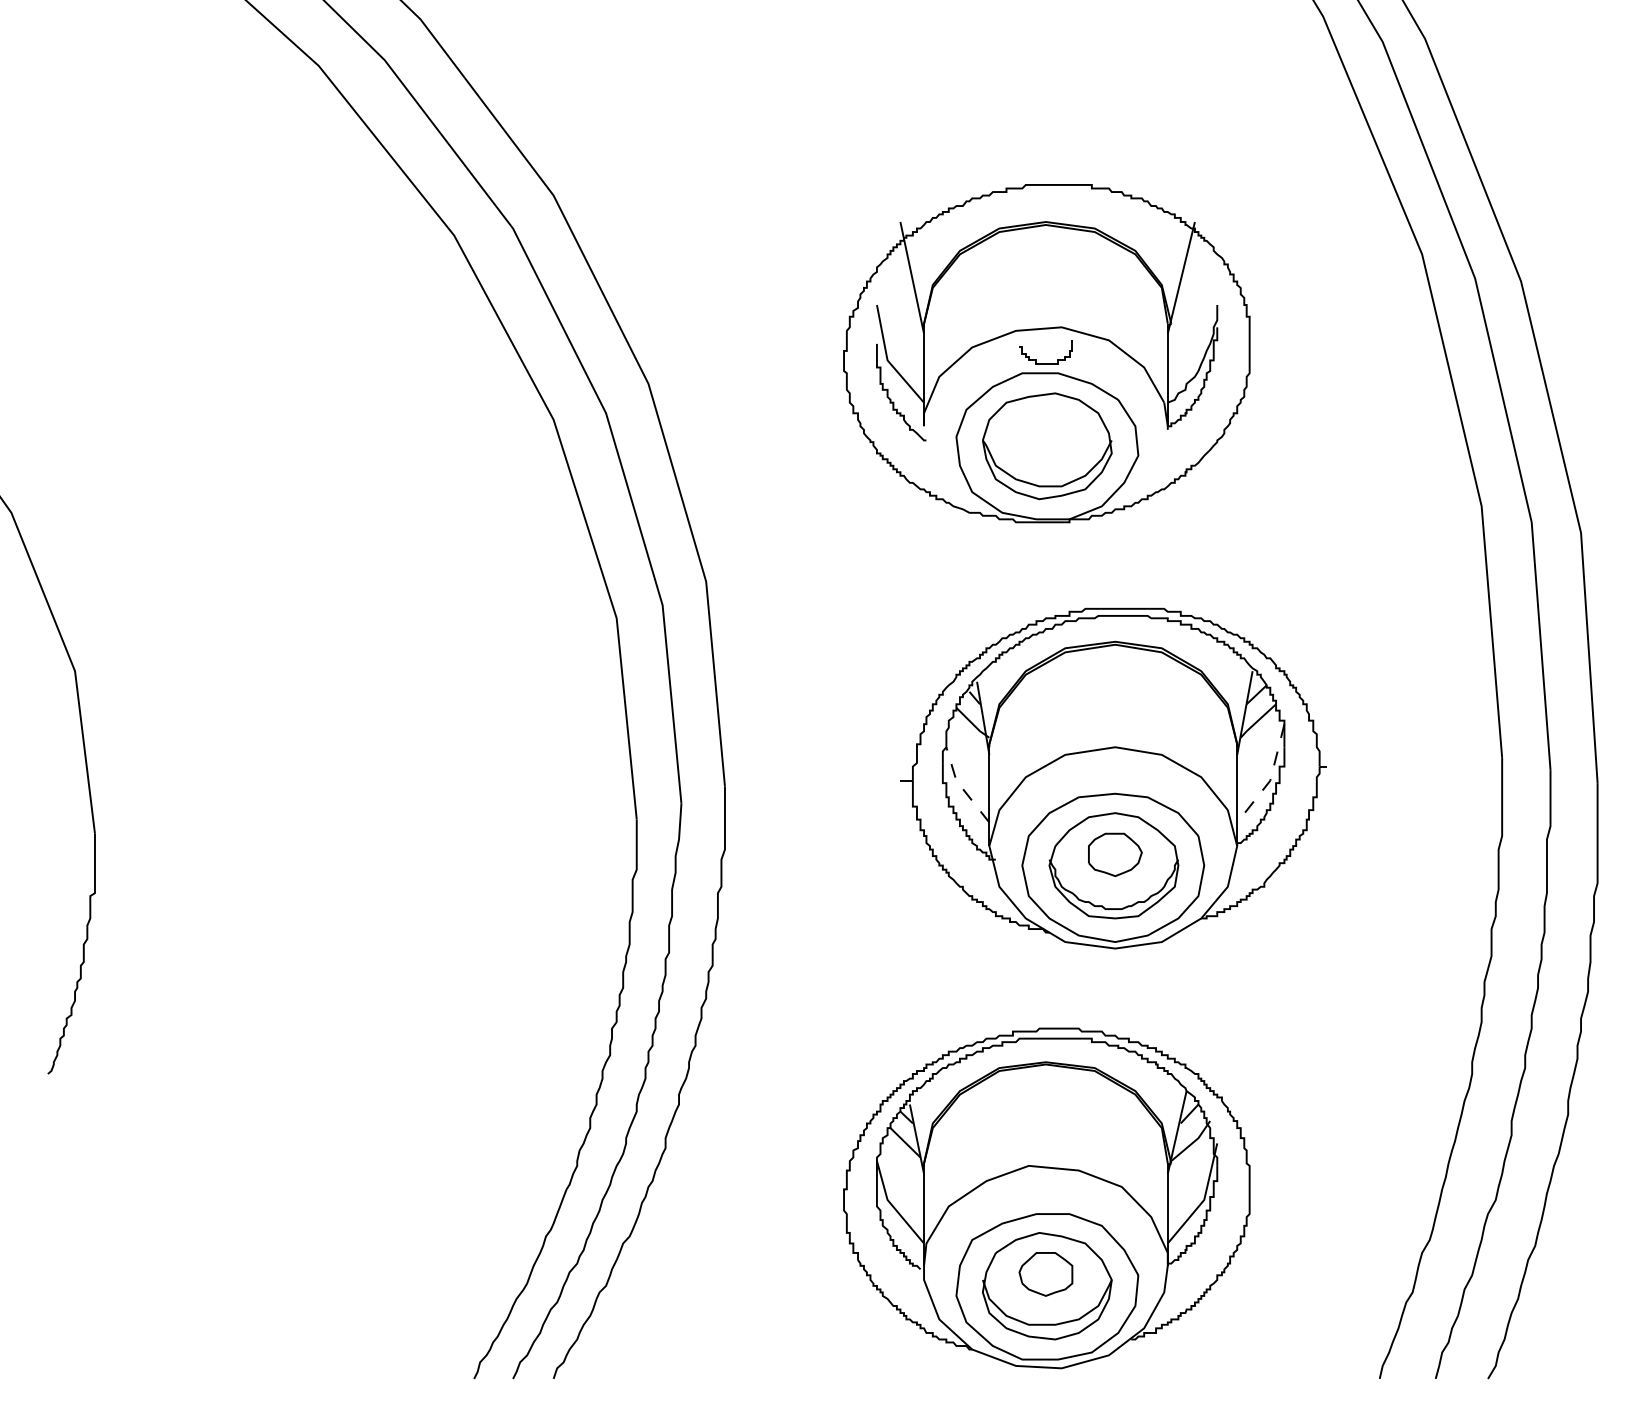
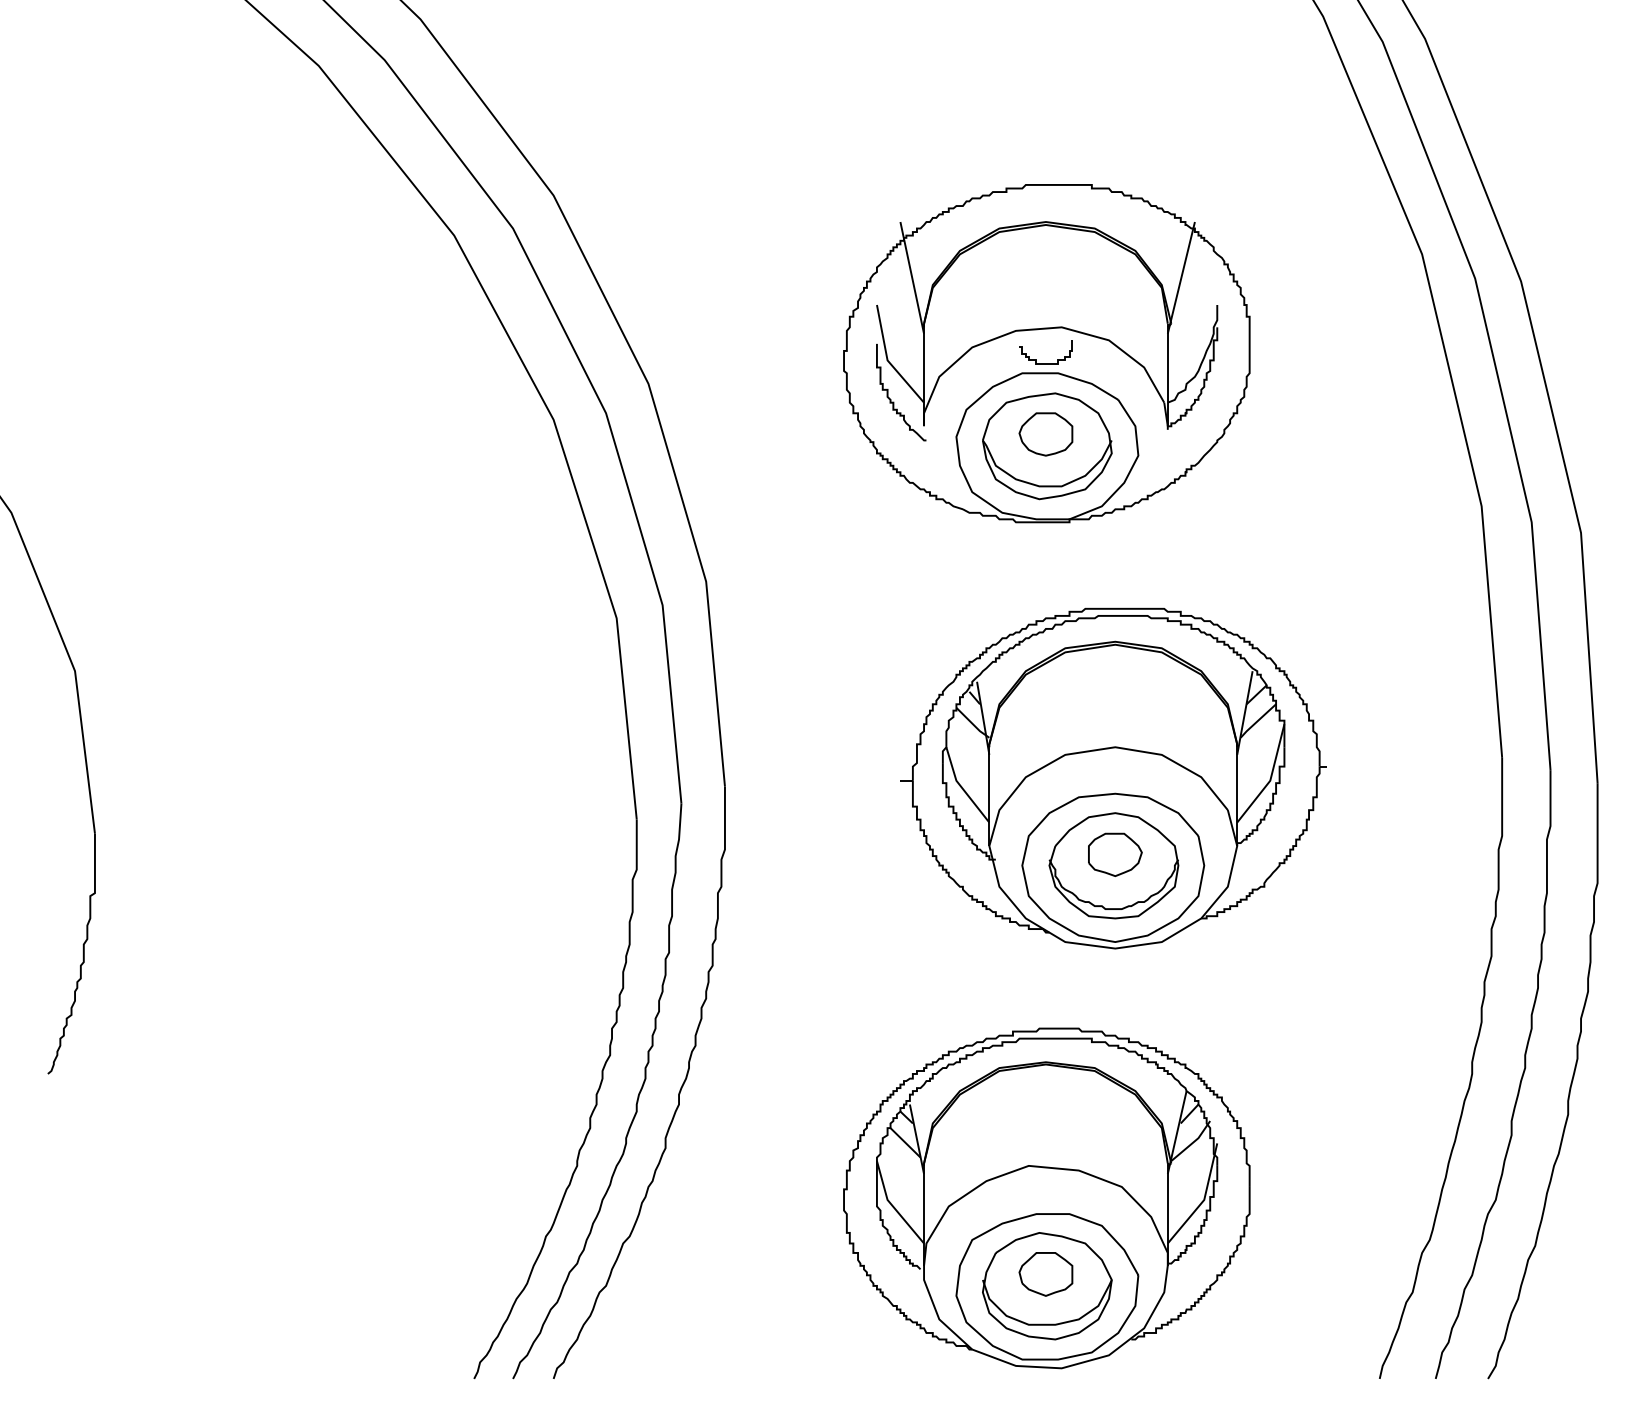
part at (1045, 434): none -> present
line at (1270, 778): dashed -> solid
line at (961, 787): dashed -> solid
